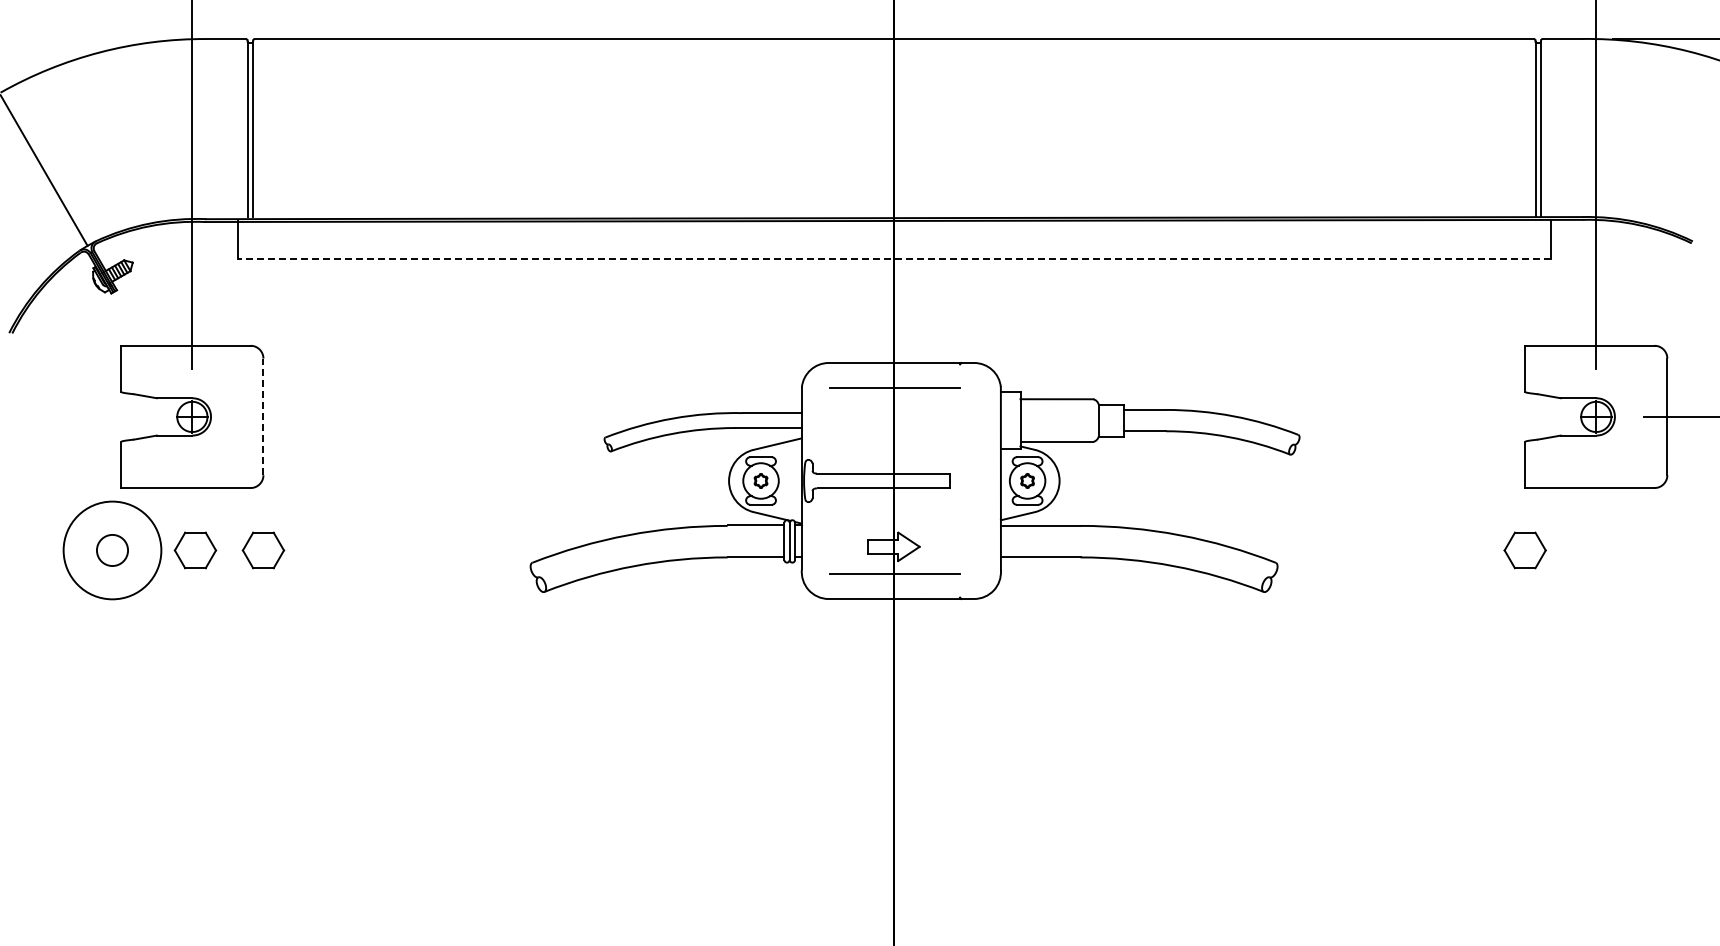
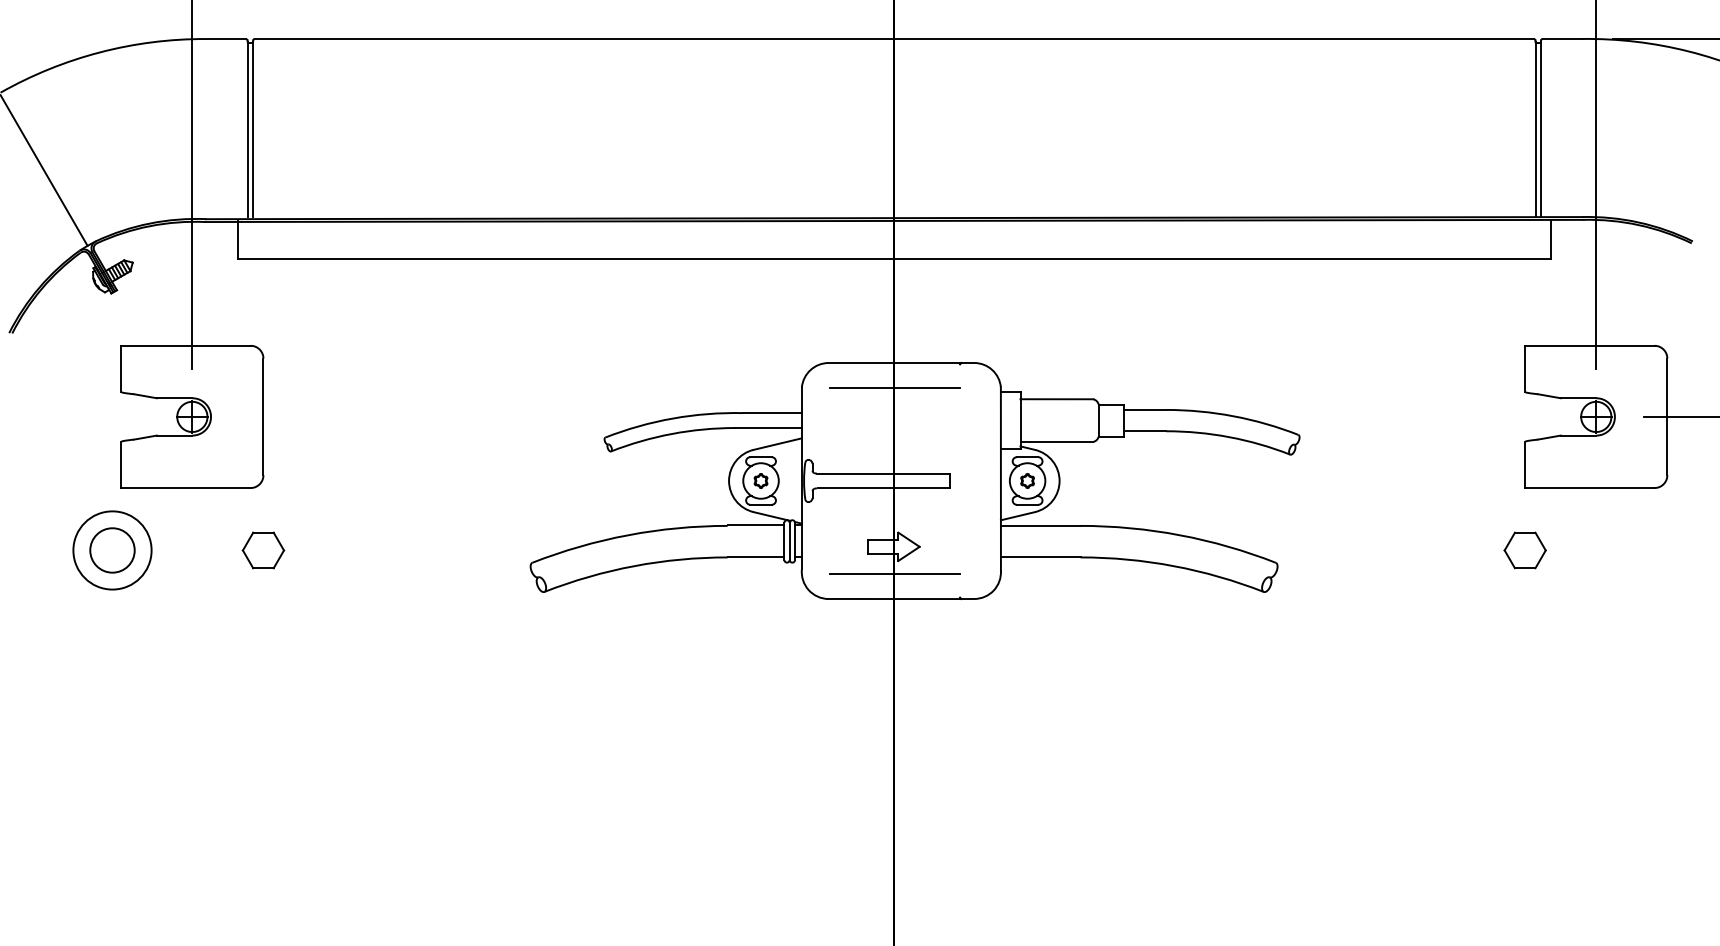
line at (893, 258): dashed -> solid
line at (263, 416): dashed -> solid
circle at (112, 550) diameter: 31 px -> 44 px
circle at (112, 550) diameter: 98 px -> 78 px
part at (195, 550): present -> none
